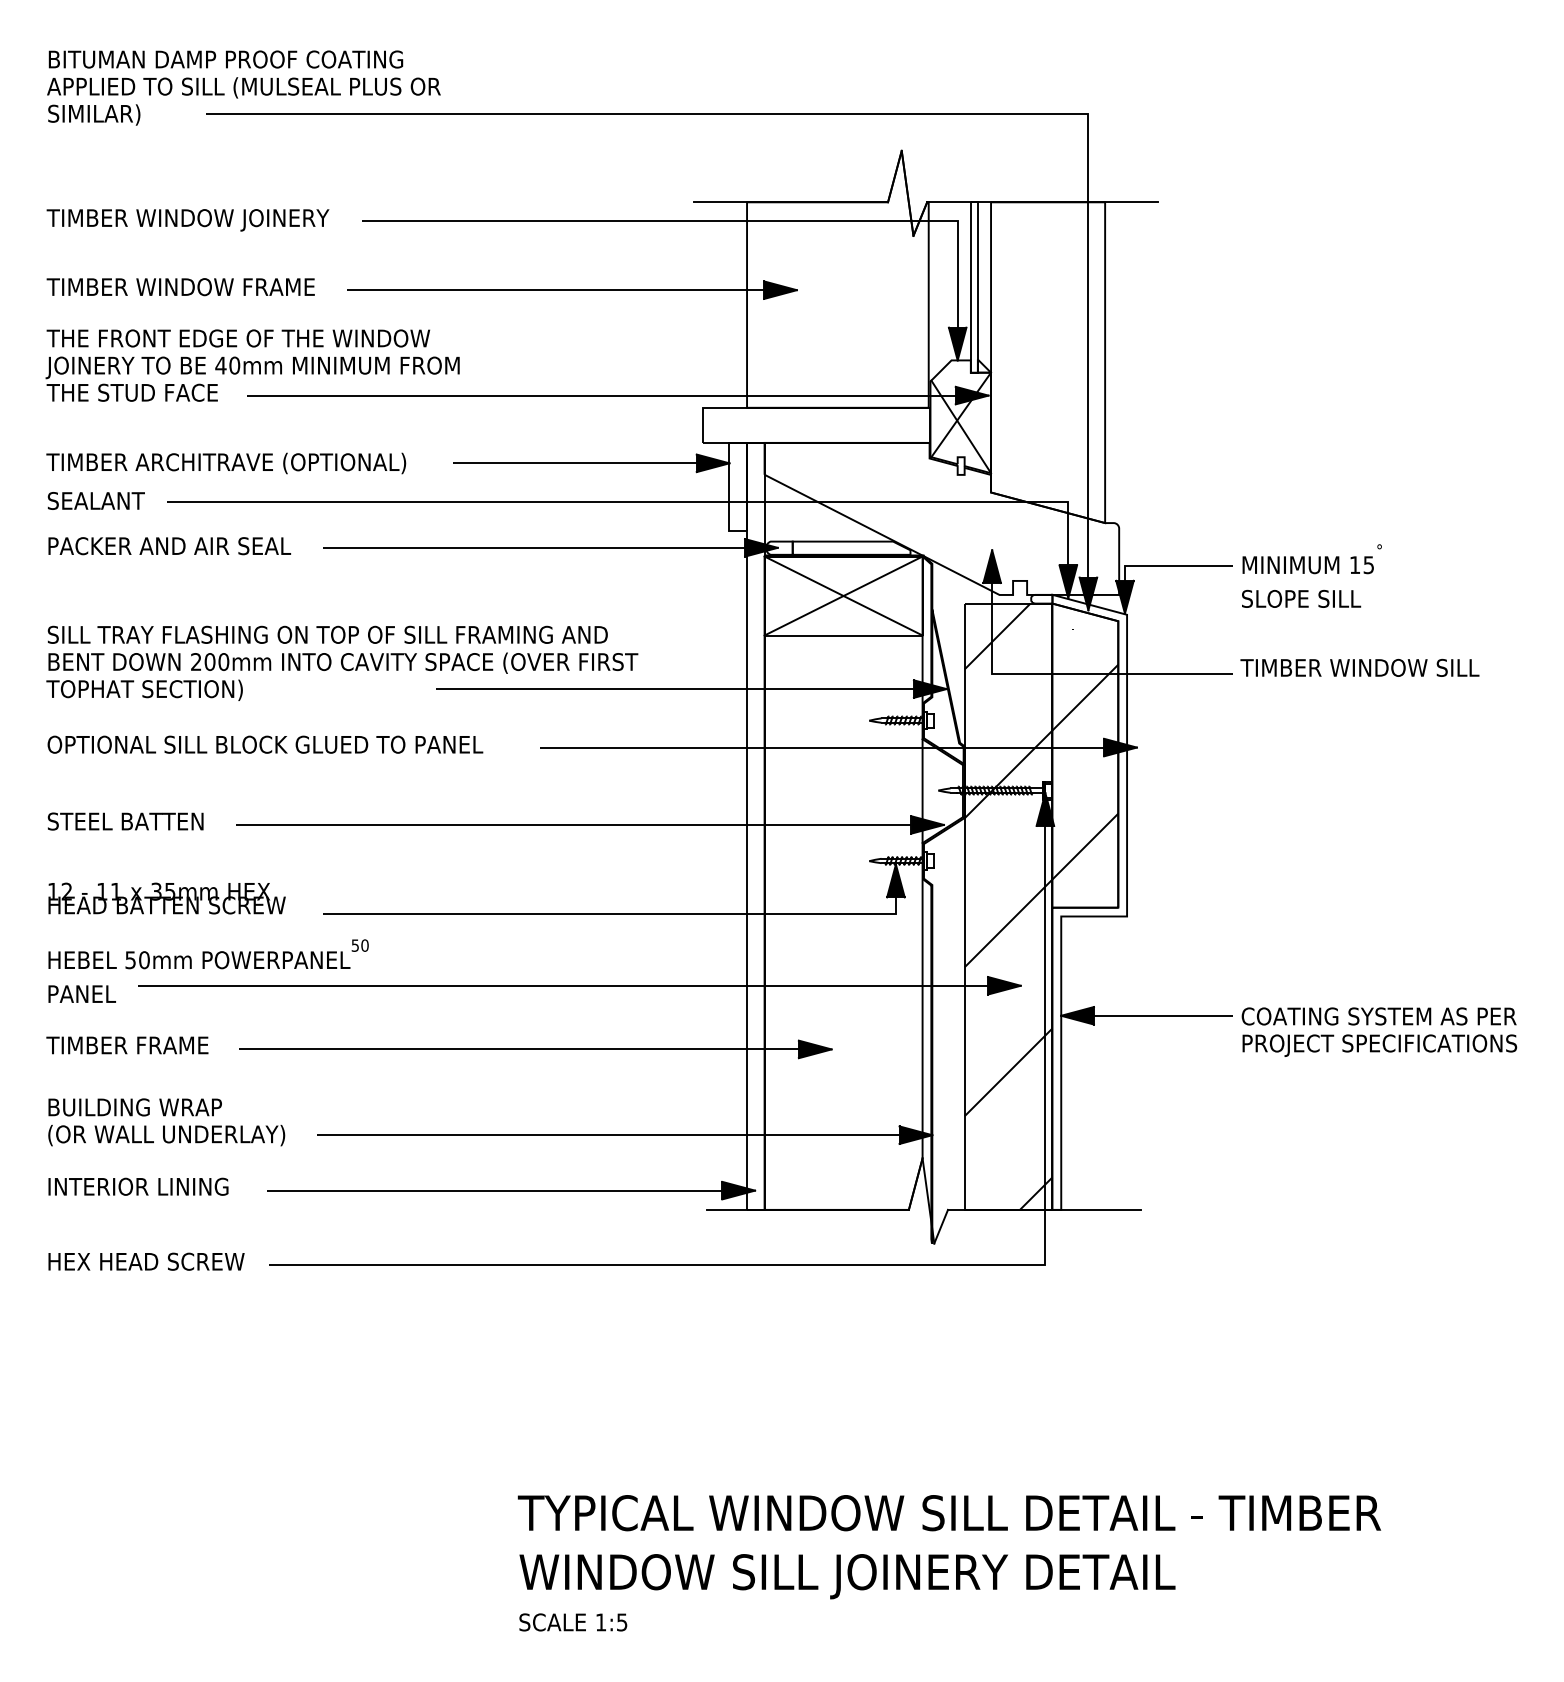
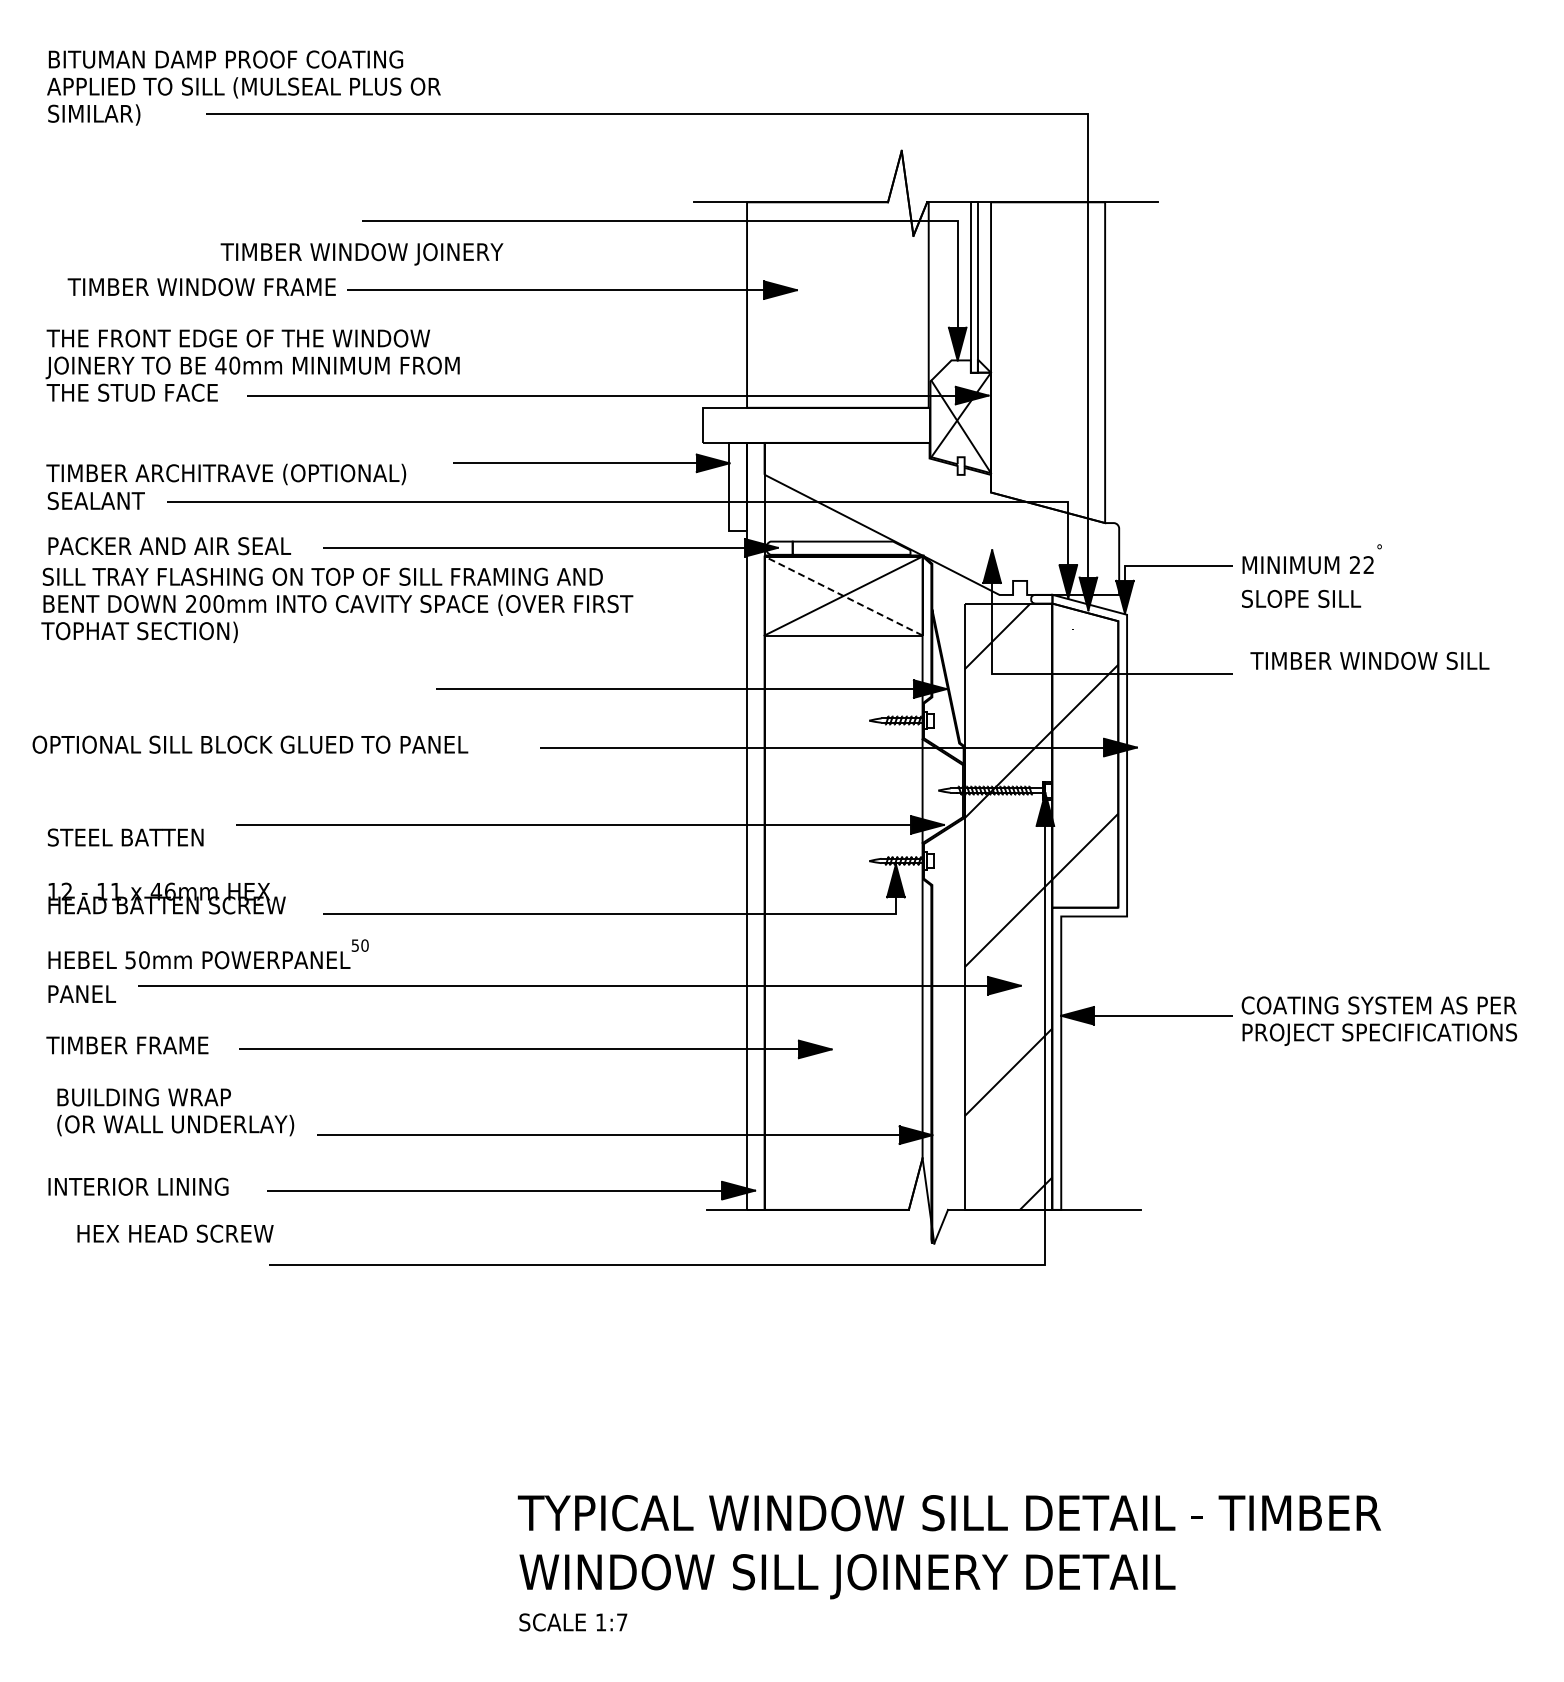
text at (187, 220) position: (187, 220) -> (361, 254)
text at (180, 287) position: (180, 287) -> (201, 287)
text at (226, 463) position: (226, 463) -> (226, 474)
text at (1361, 565): 15 -> 22
line at (843, 595): solid -> dashed
text at (342, 662) position: (342, 662) -> (337, 604)
text at (1359, 667) position: (1359, 667) -> (1369, 660)
text at (265, 744) position: (265, 744) -> (250, 744)
text at (125, 821) position: (125, 821) -> (125, 837)
text at (162, 891): 35mm -> 46mm
text at (1379, 1031) position: (1379, 1031) -> (1379, 1020)
text at (166, 1122) position: (166, 1122) -> (175, 1112)
text at (146, 1261) position: (146, 1261) -> (175, 1233)
text at (622, 1622): 1:5 -> 1:7
